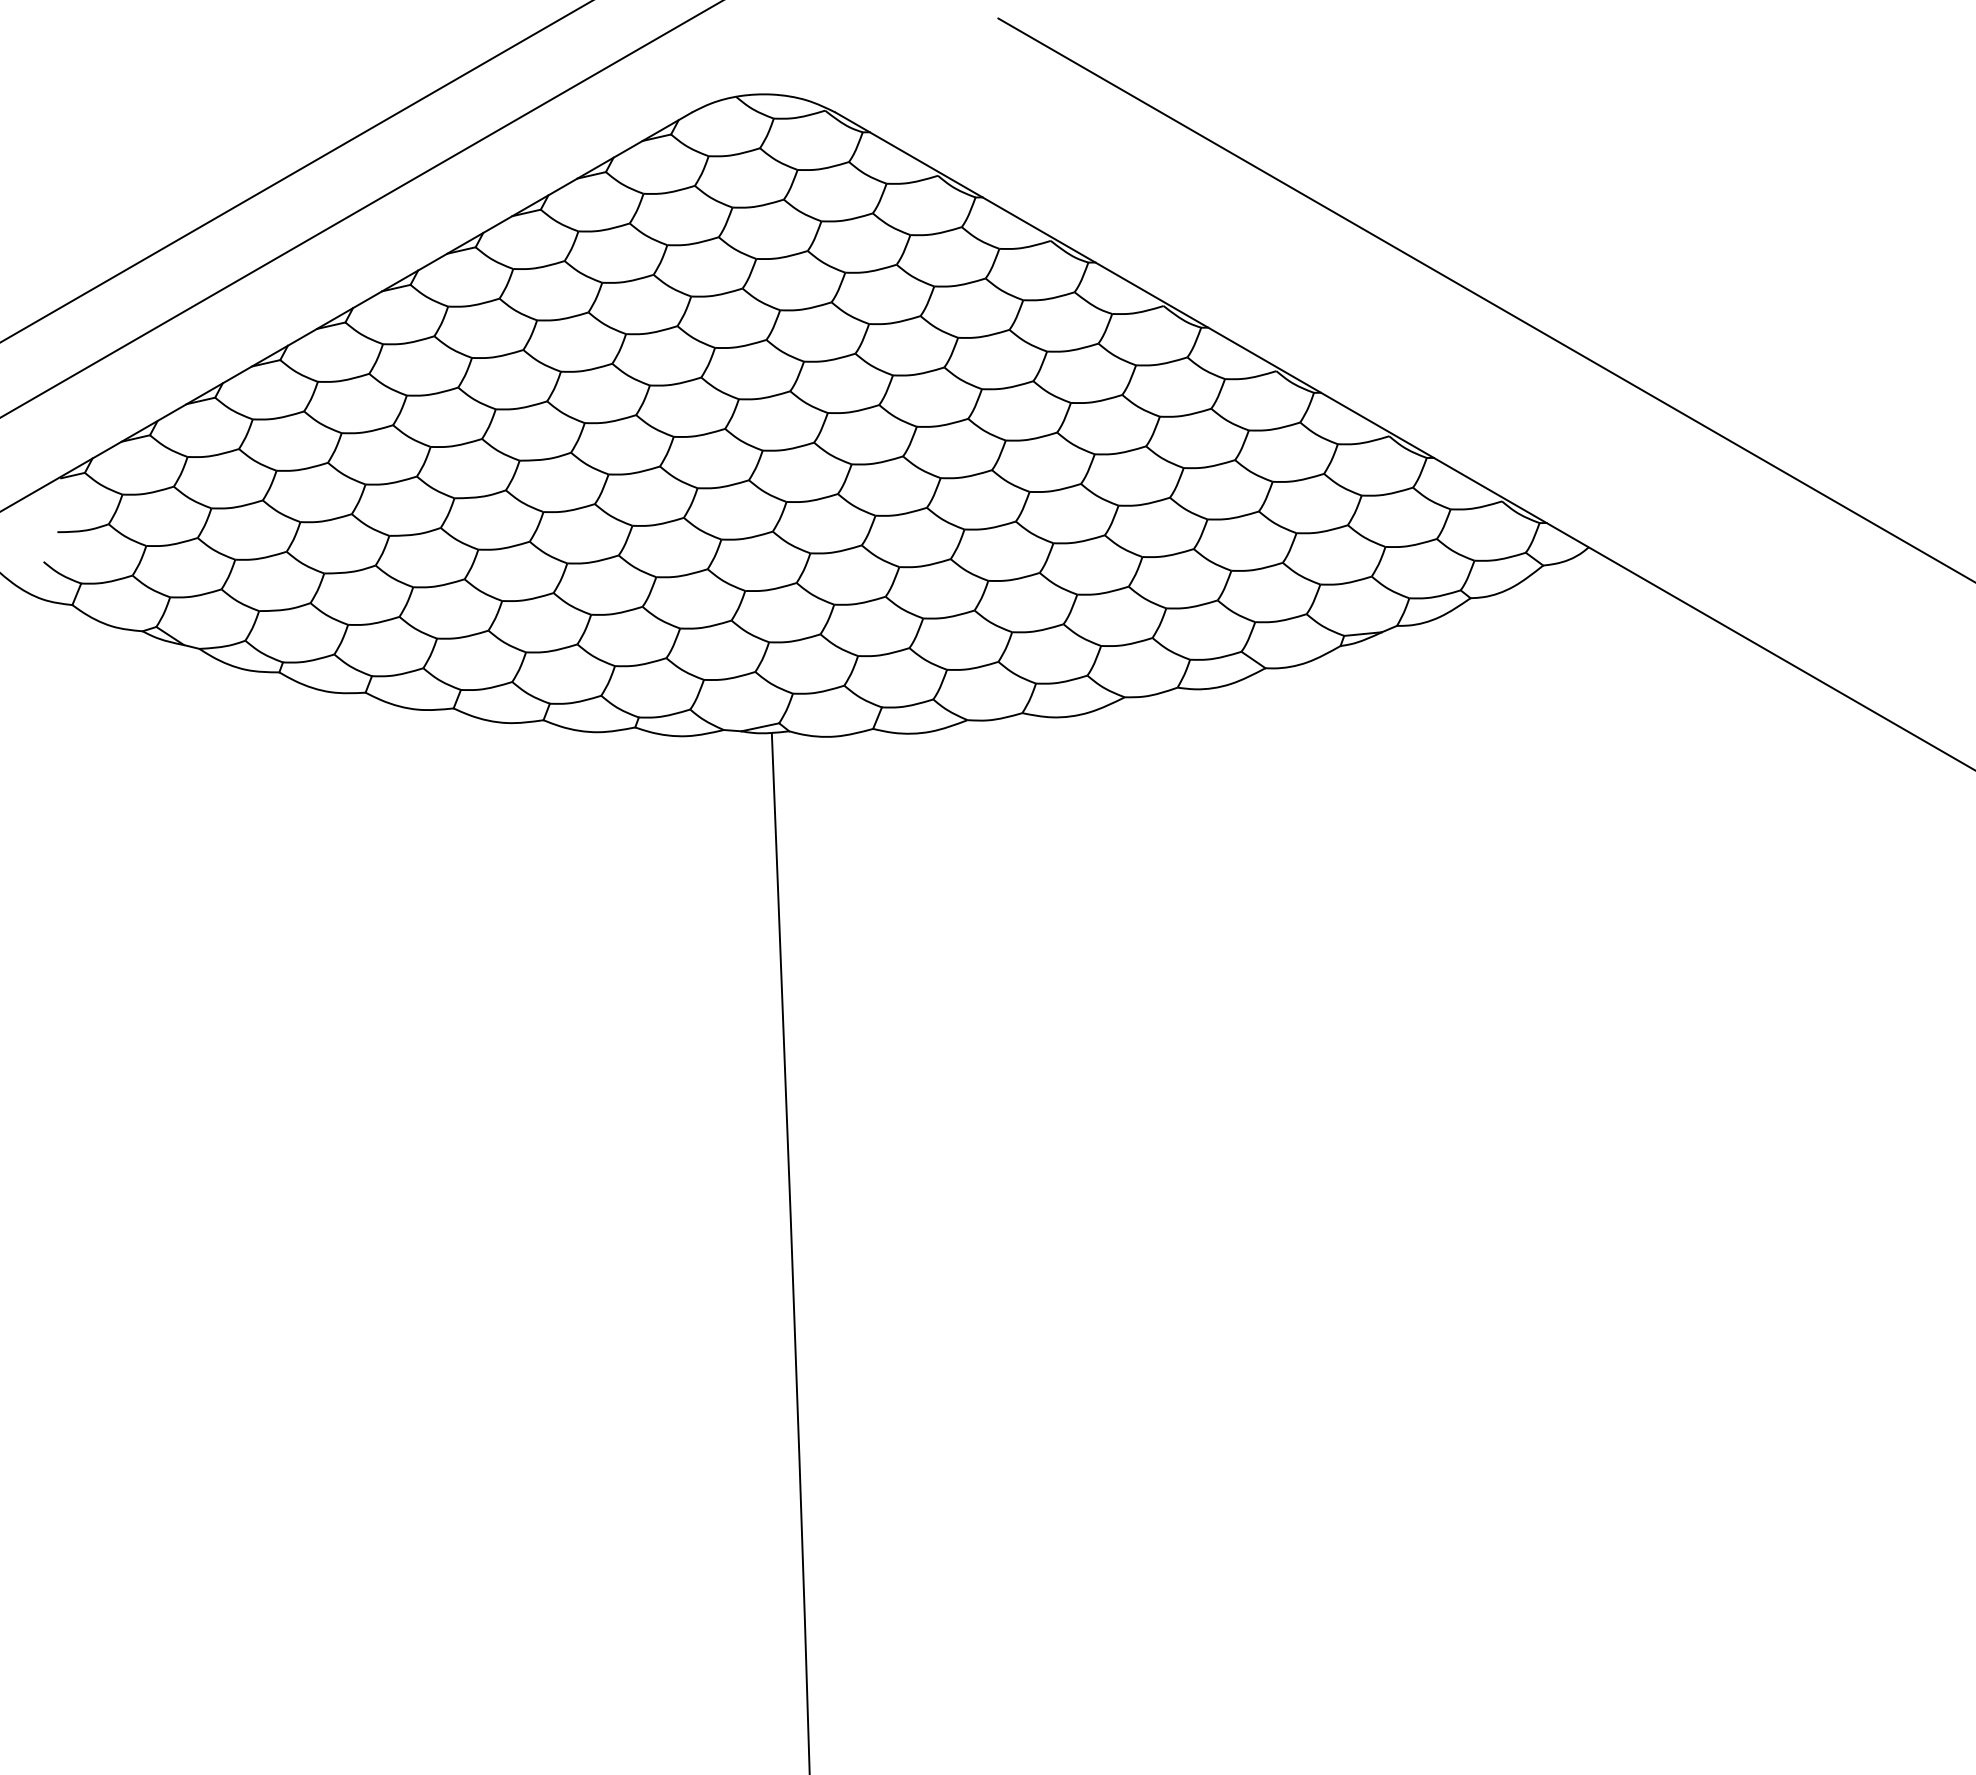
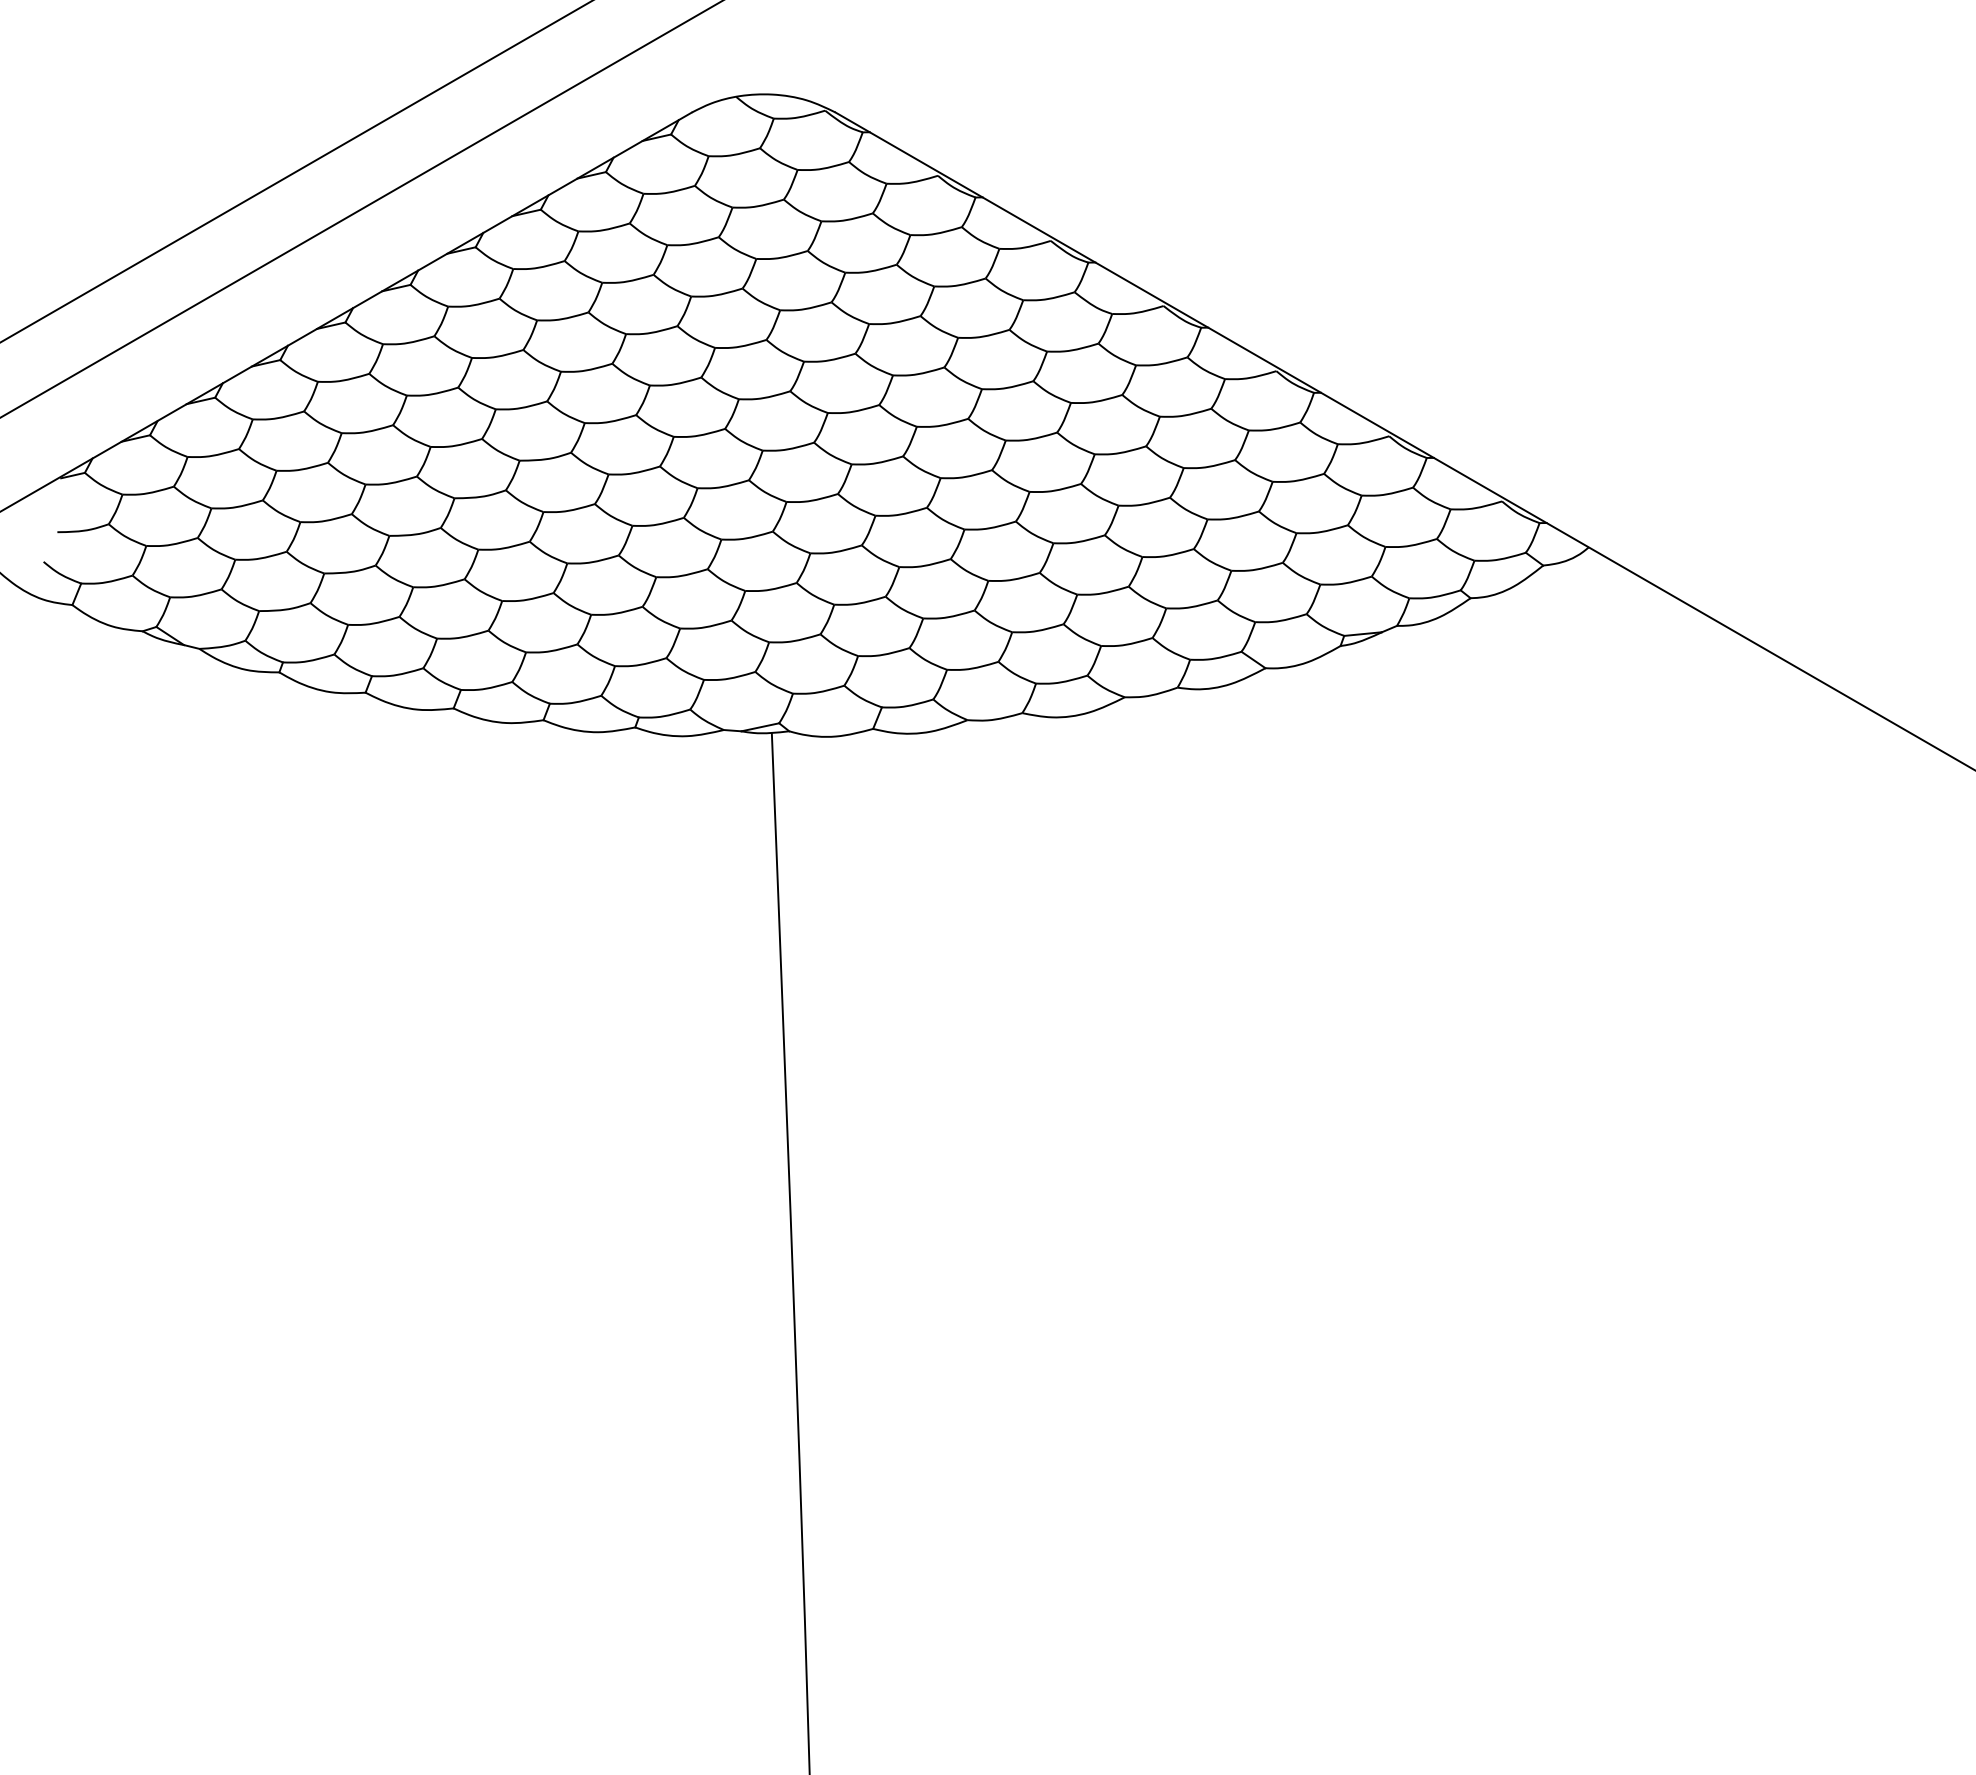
line at (1485, 299): present -> none
